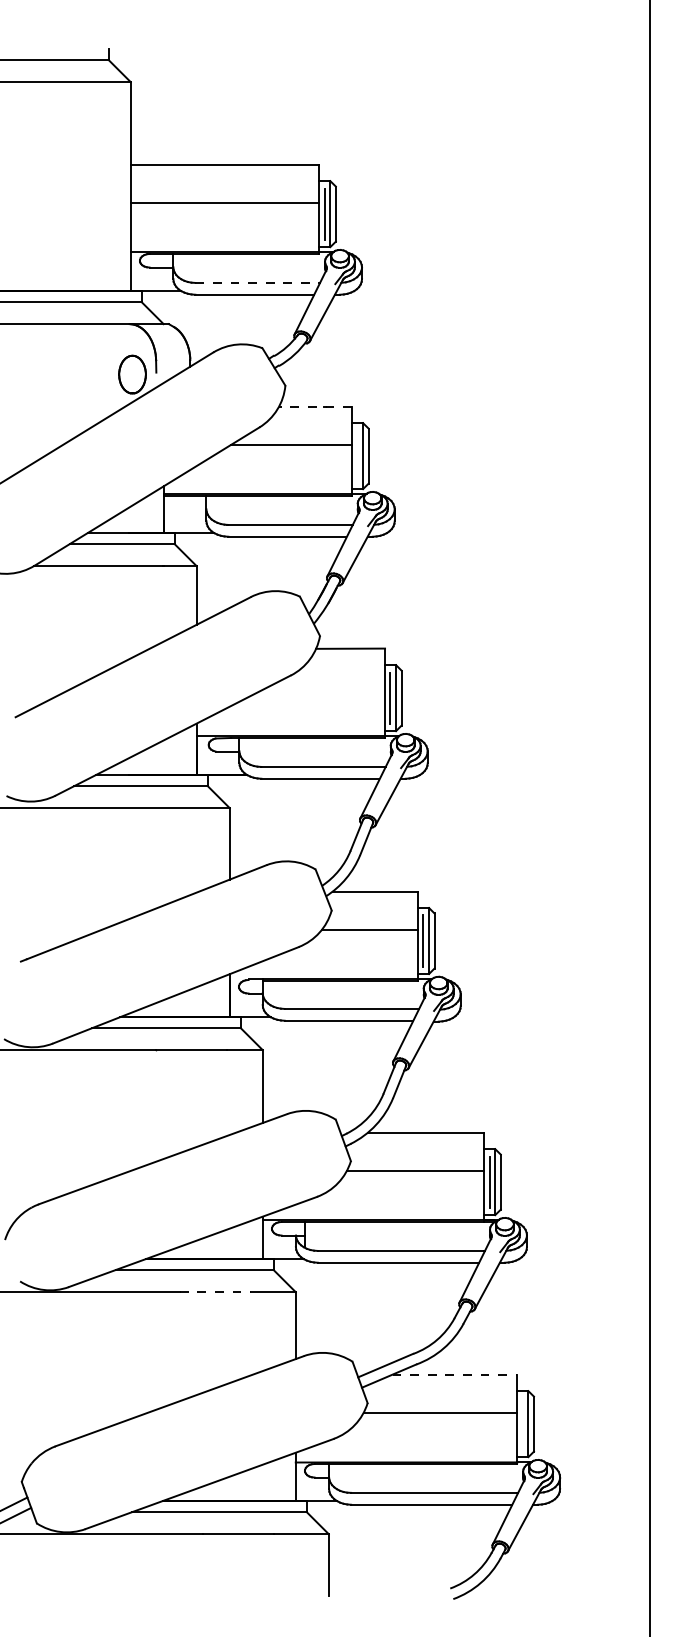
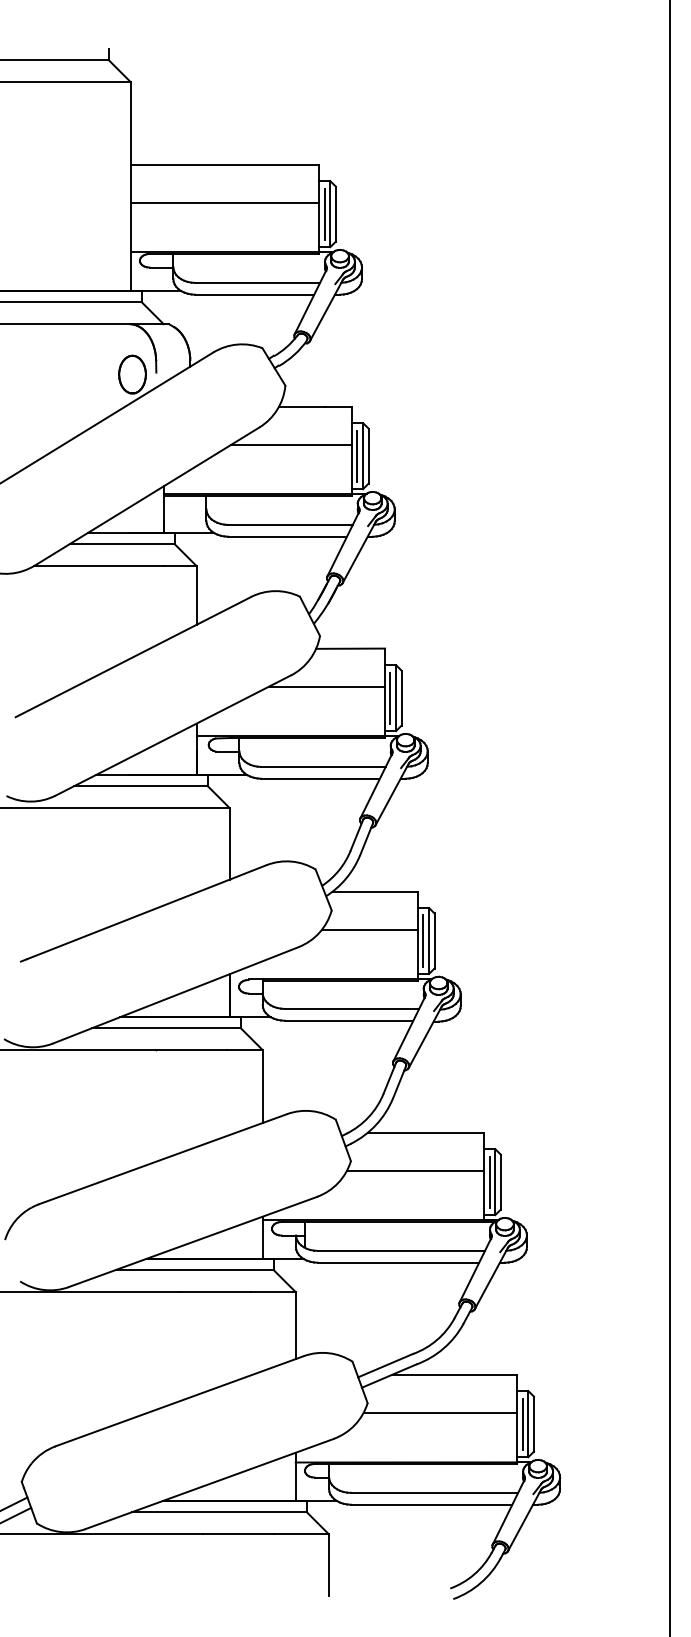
line at (258, 282): dashed -> solid
line at (315, 406): dashed -> solid
line at (357, 455): none -> present
line at (326, 686): none -> present
line at (650, 817) position: (650, 817) -> (670, 817)
line at (215, 1292): dashed -> solid
line at (455, 1374): dashed -> solid
line at (522, 1423): none -> present
